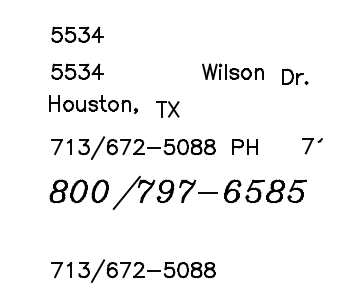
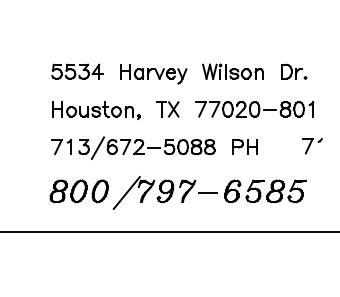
part at (77, 34): present -> none
part at (153, 74): none -> present
part at (295, 76) position: (295, 76) -> (294, 71)
part at (93, 104) position: (93, 104) -> (96, 110)
part at (254, 109): none -> present
line at (169, 232): none -> present
part at (133, 270): present -> none
